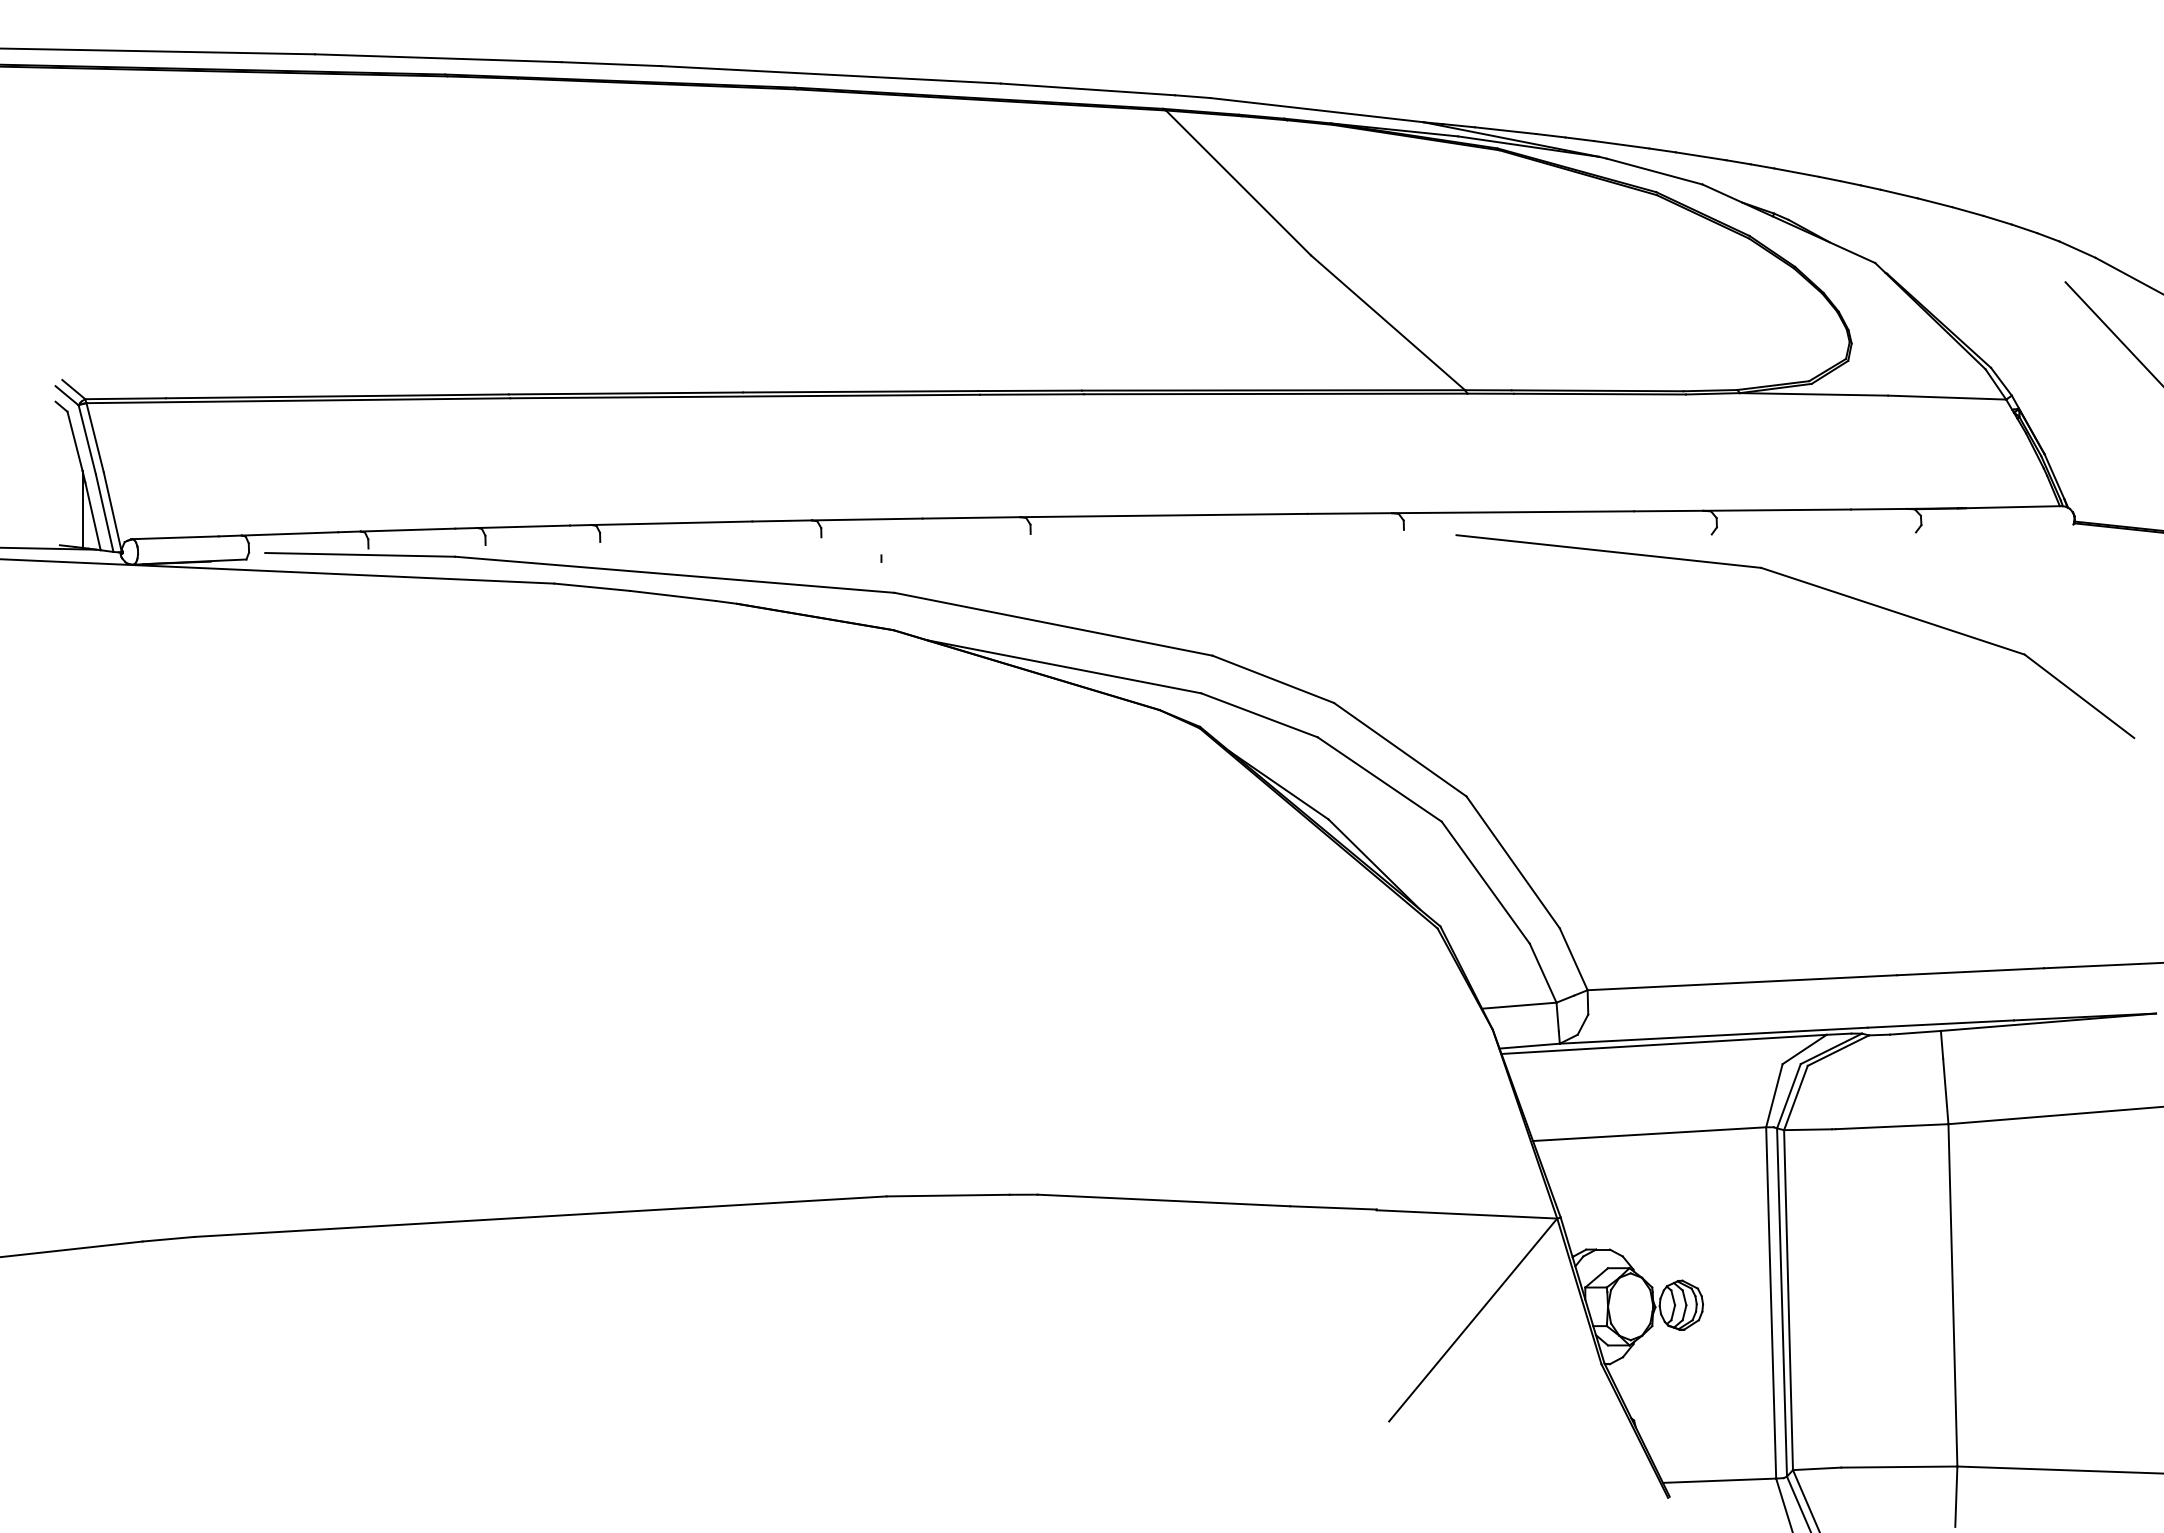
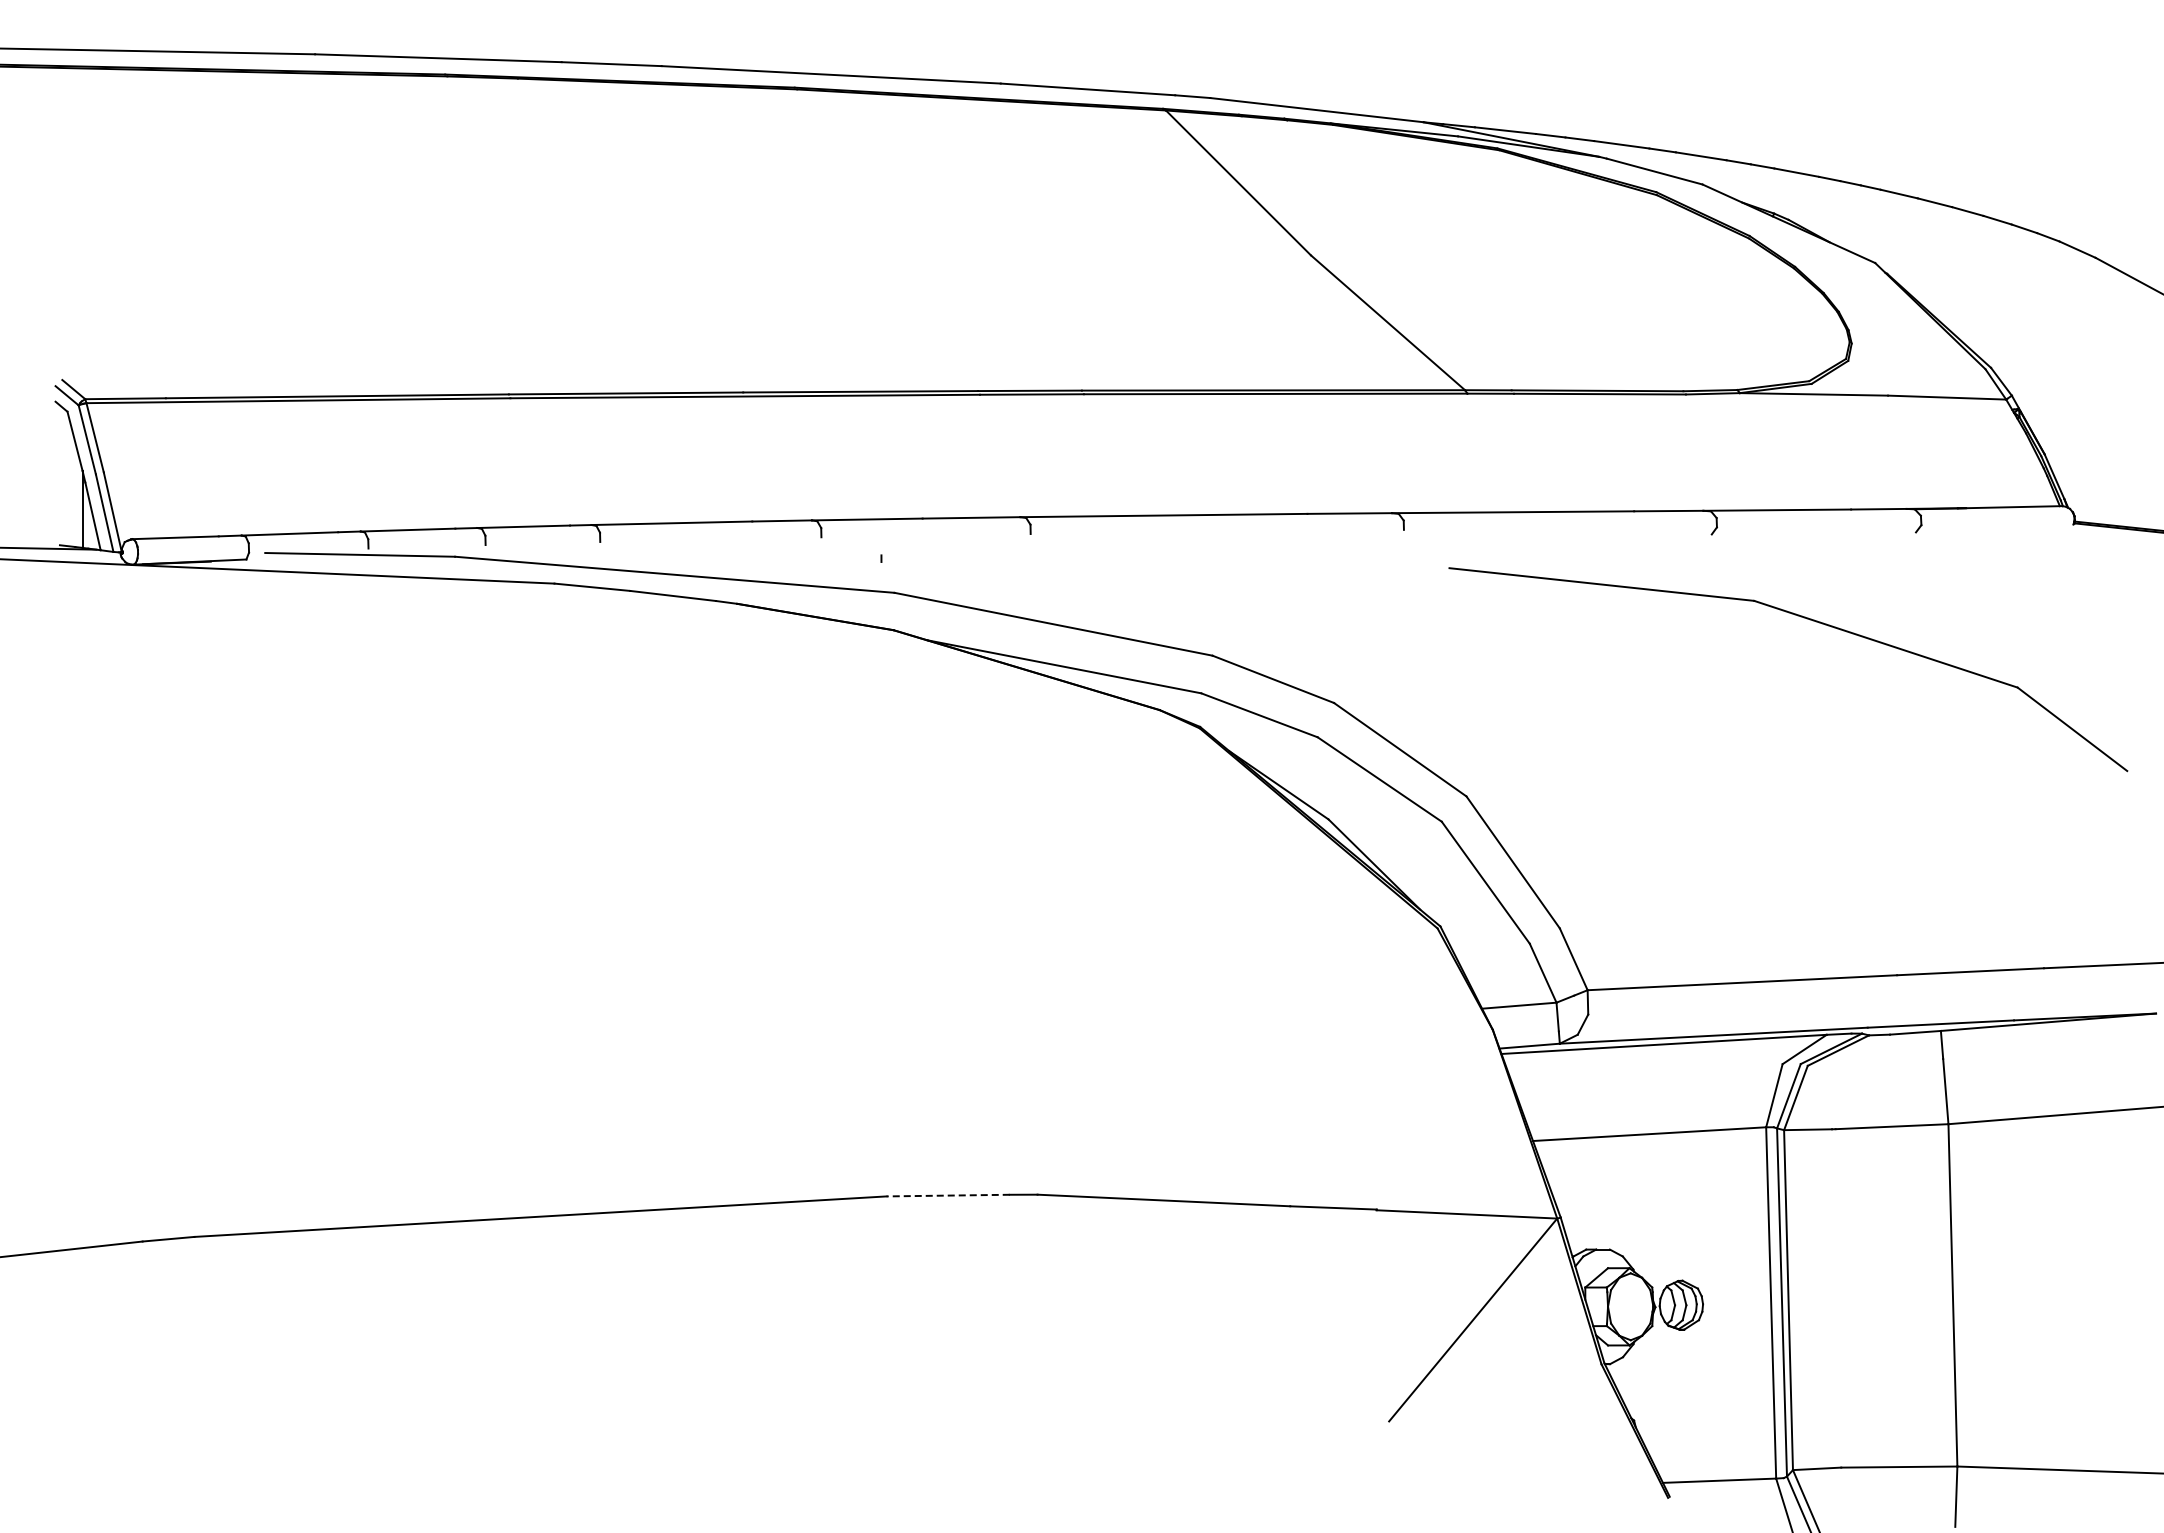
line at (2112, 332): present -> none
part at (1807, 584) position: (1807, 584) -> (1800, 617)
line at (948, 1195): solid -> dashed
